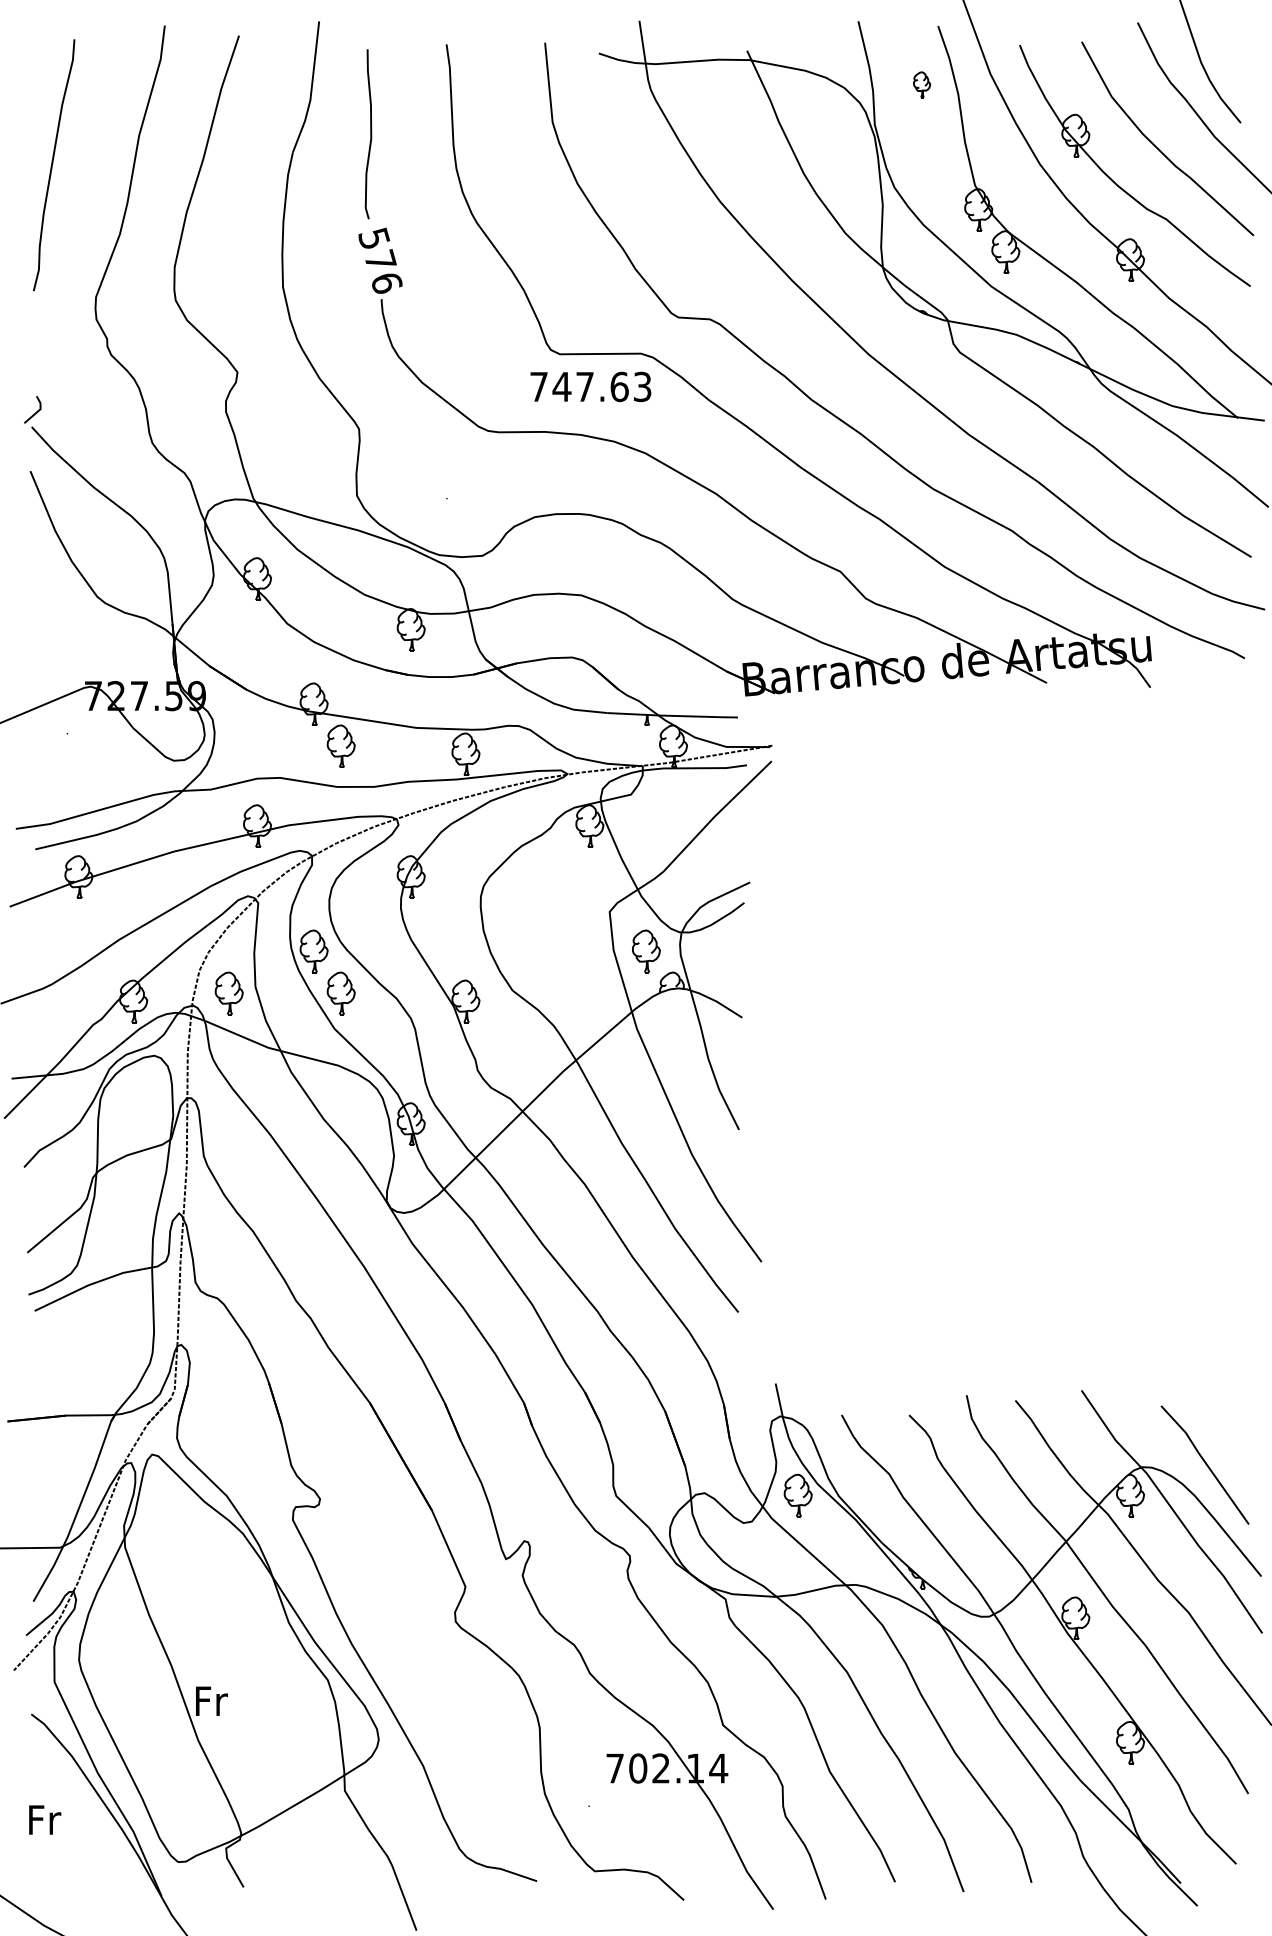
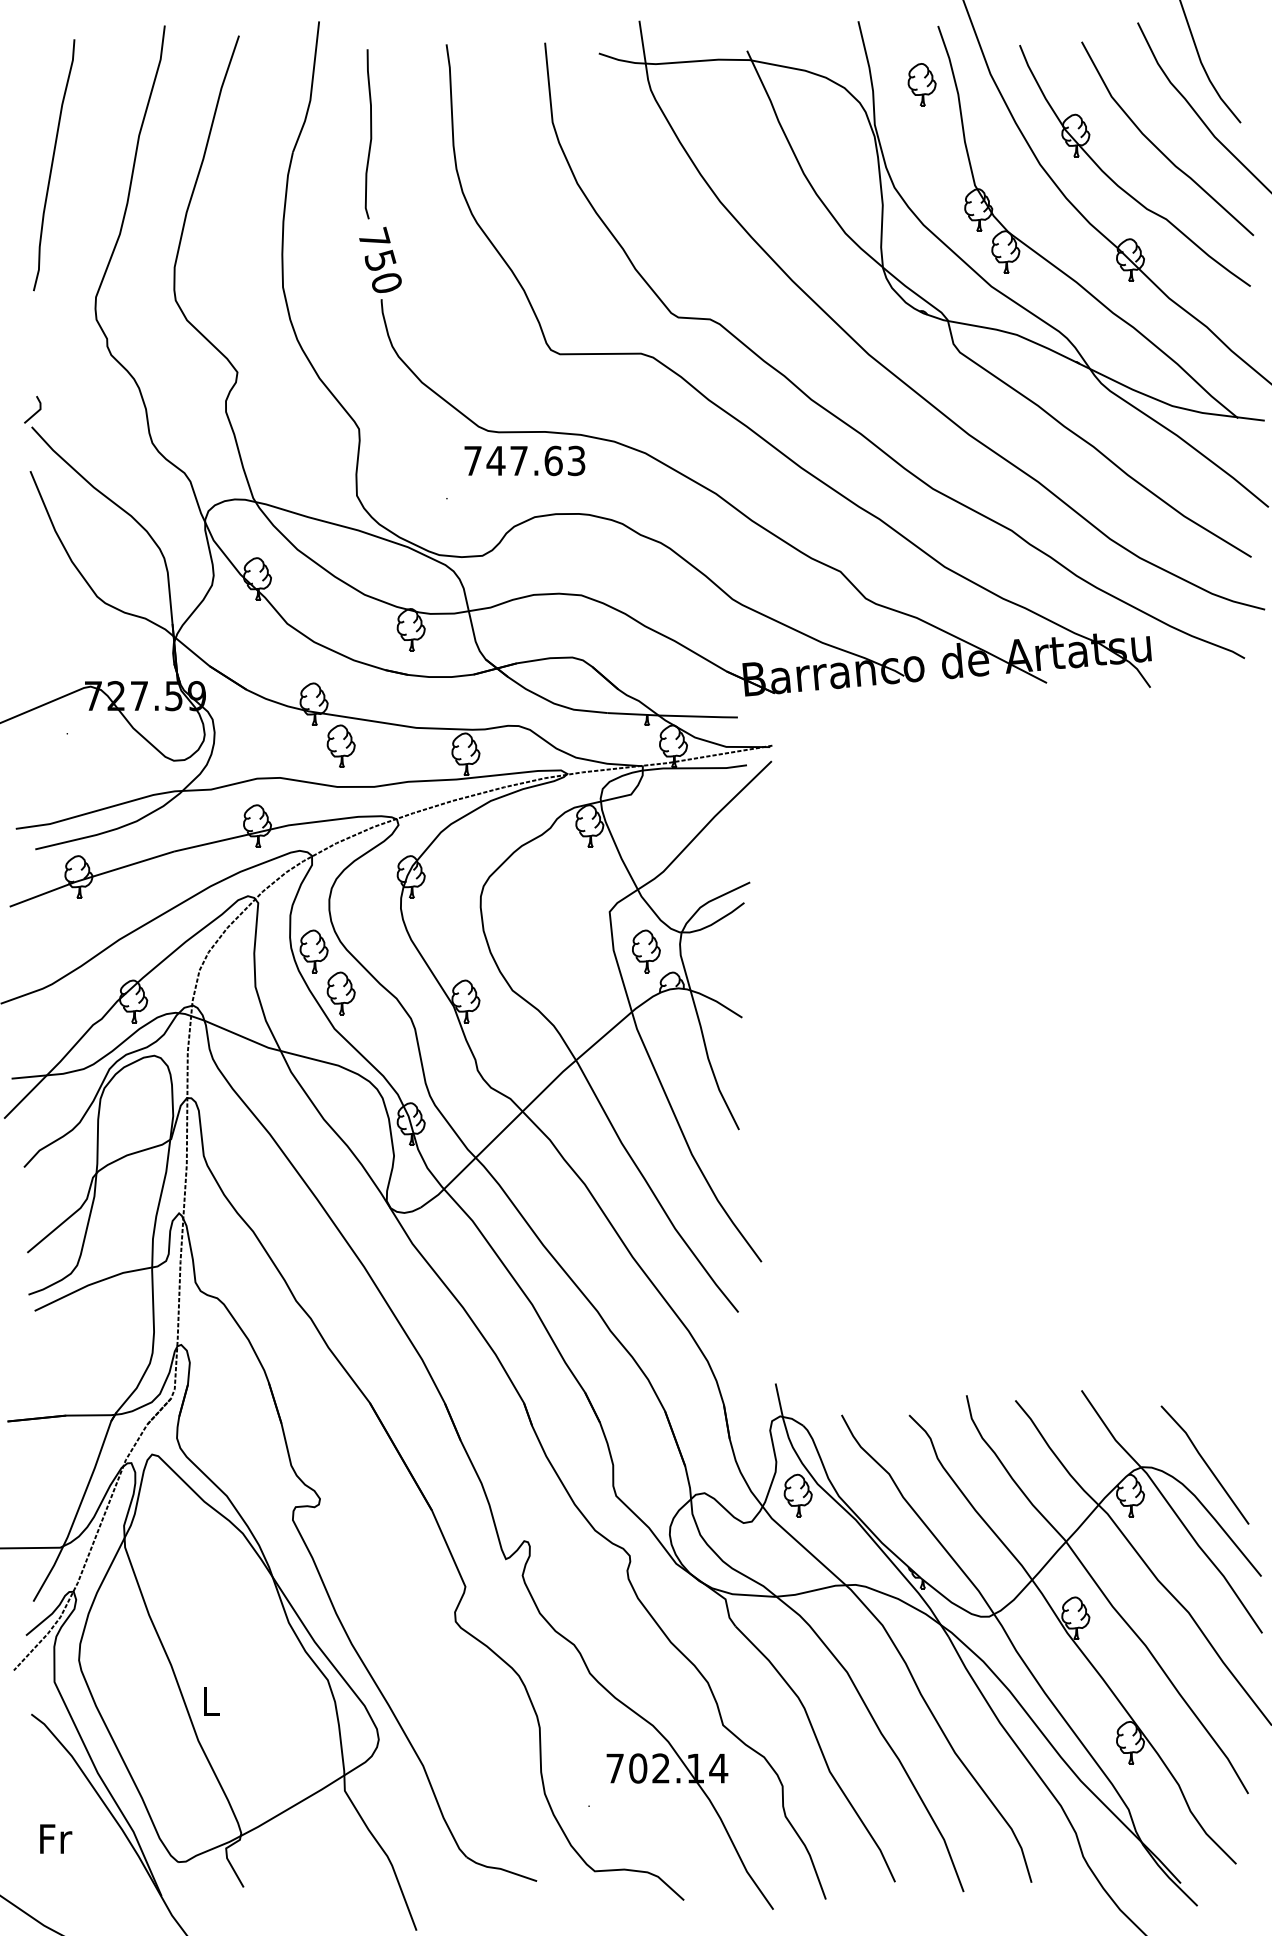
part at (922, 84) size: 19x28 px -> 30x44 px
text at (380, 259): 576 -> 750
text at (590, 386) position: (590, 386) -> (524, 460)
part at (228, 993): present -> none
text at (212, 1700): Fr -> L
text at (45, 1819) position: (45, 1819) -> (56, 1838)
